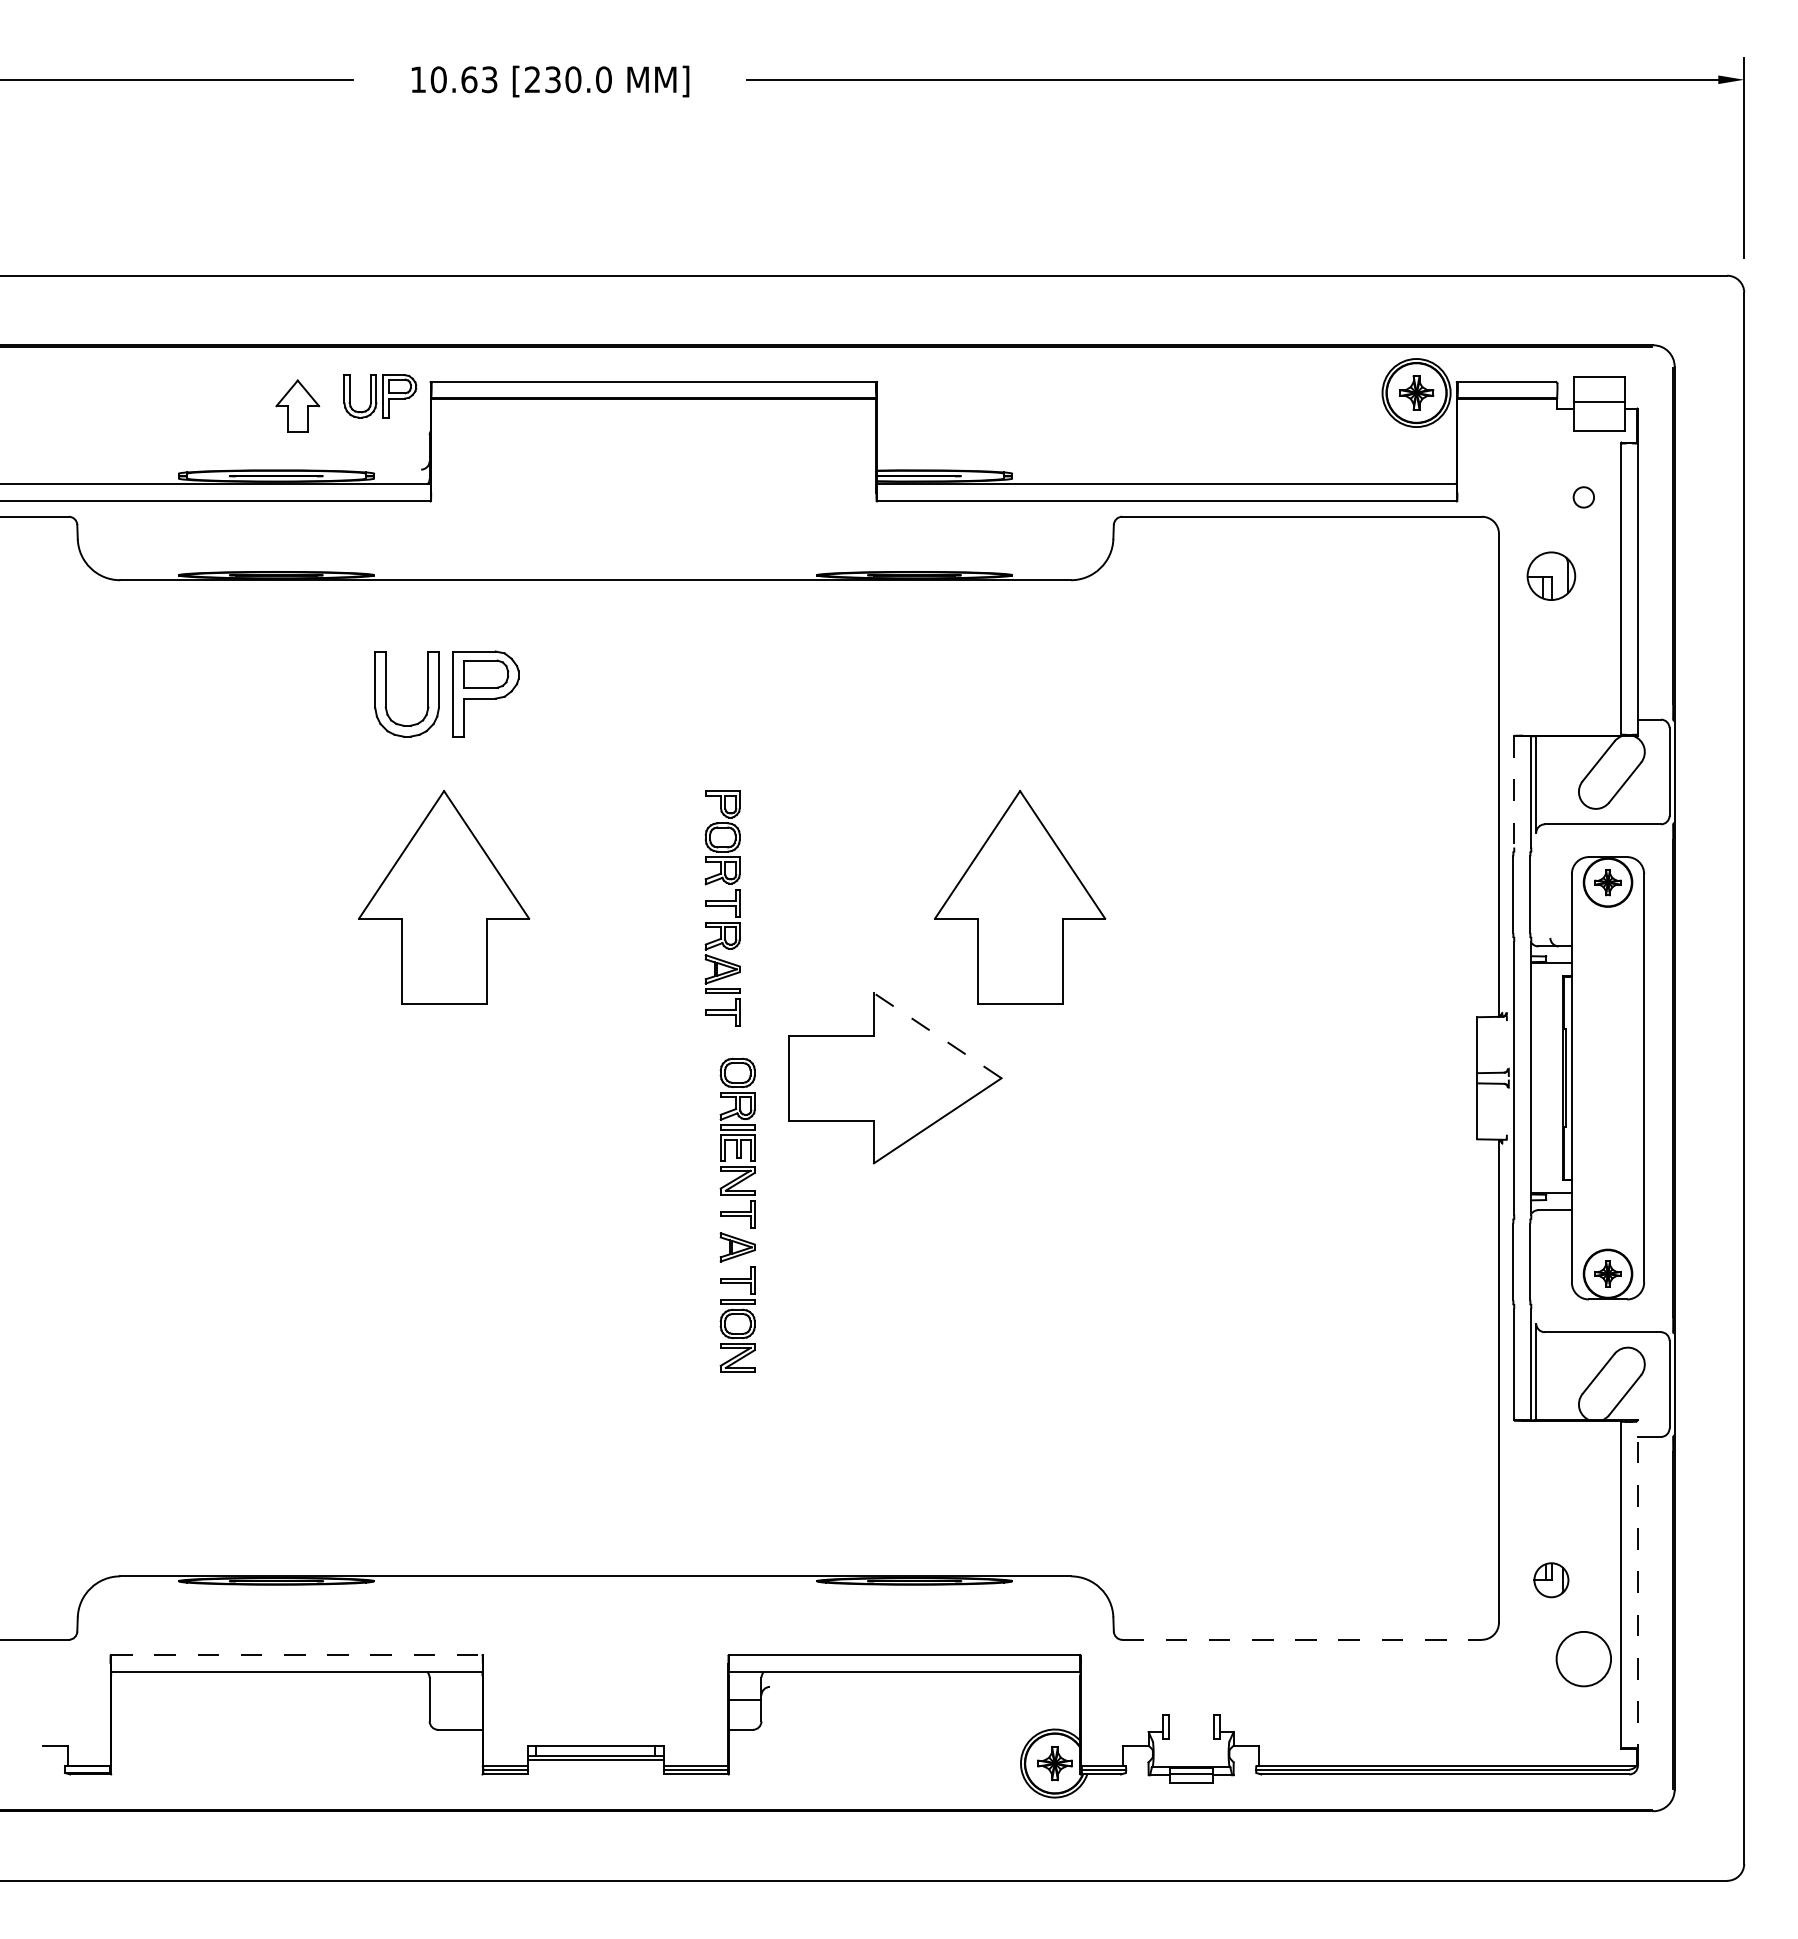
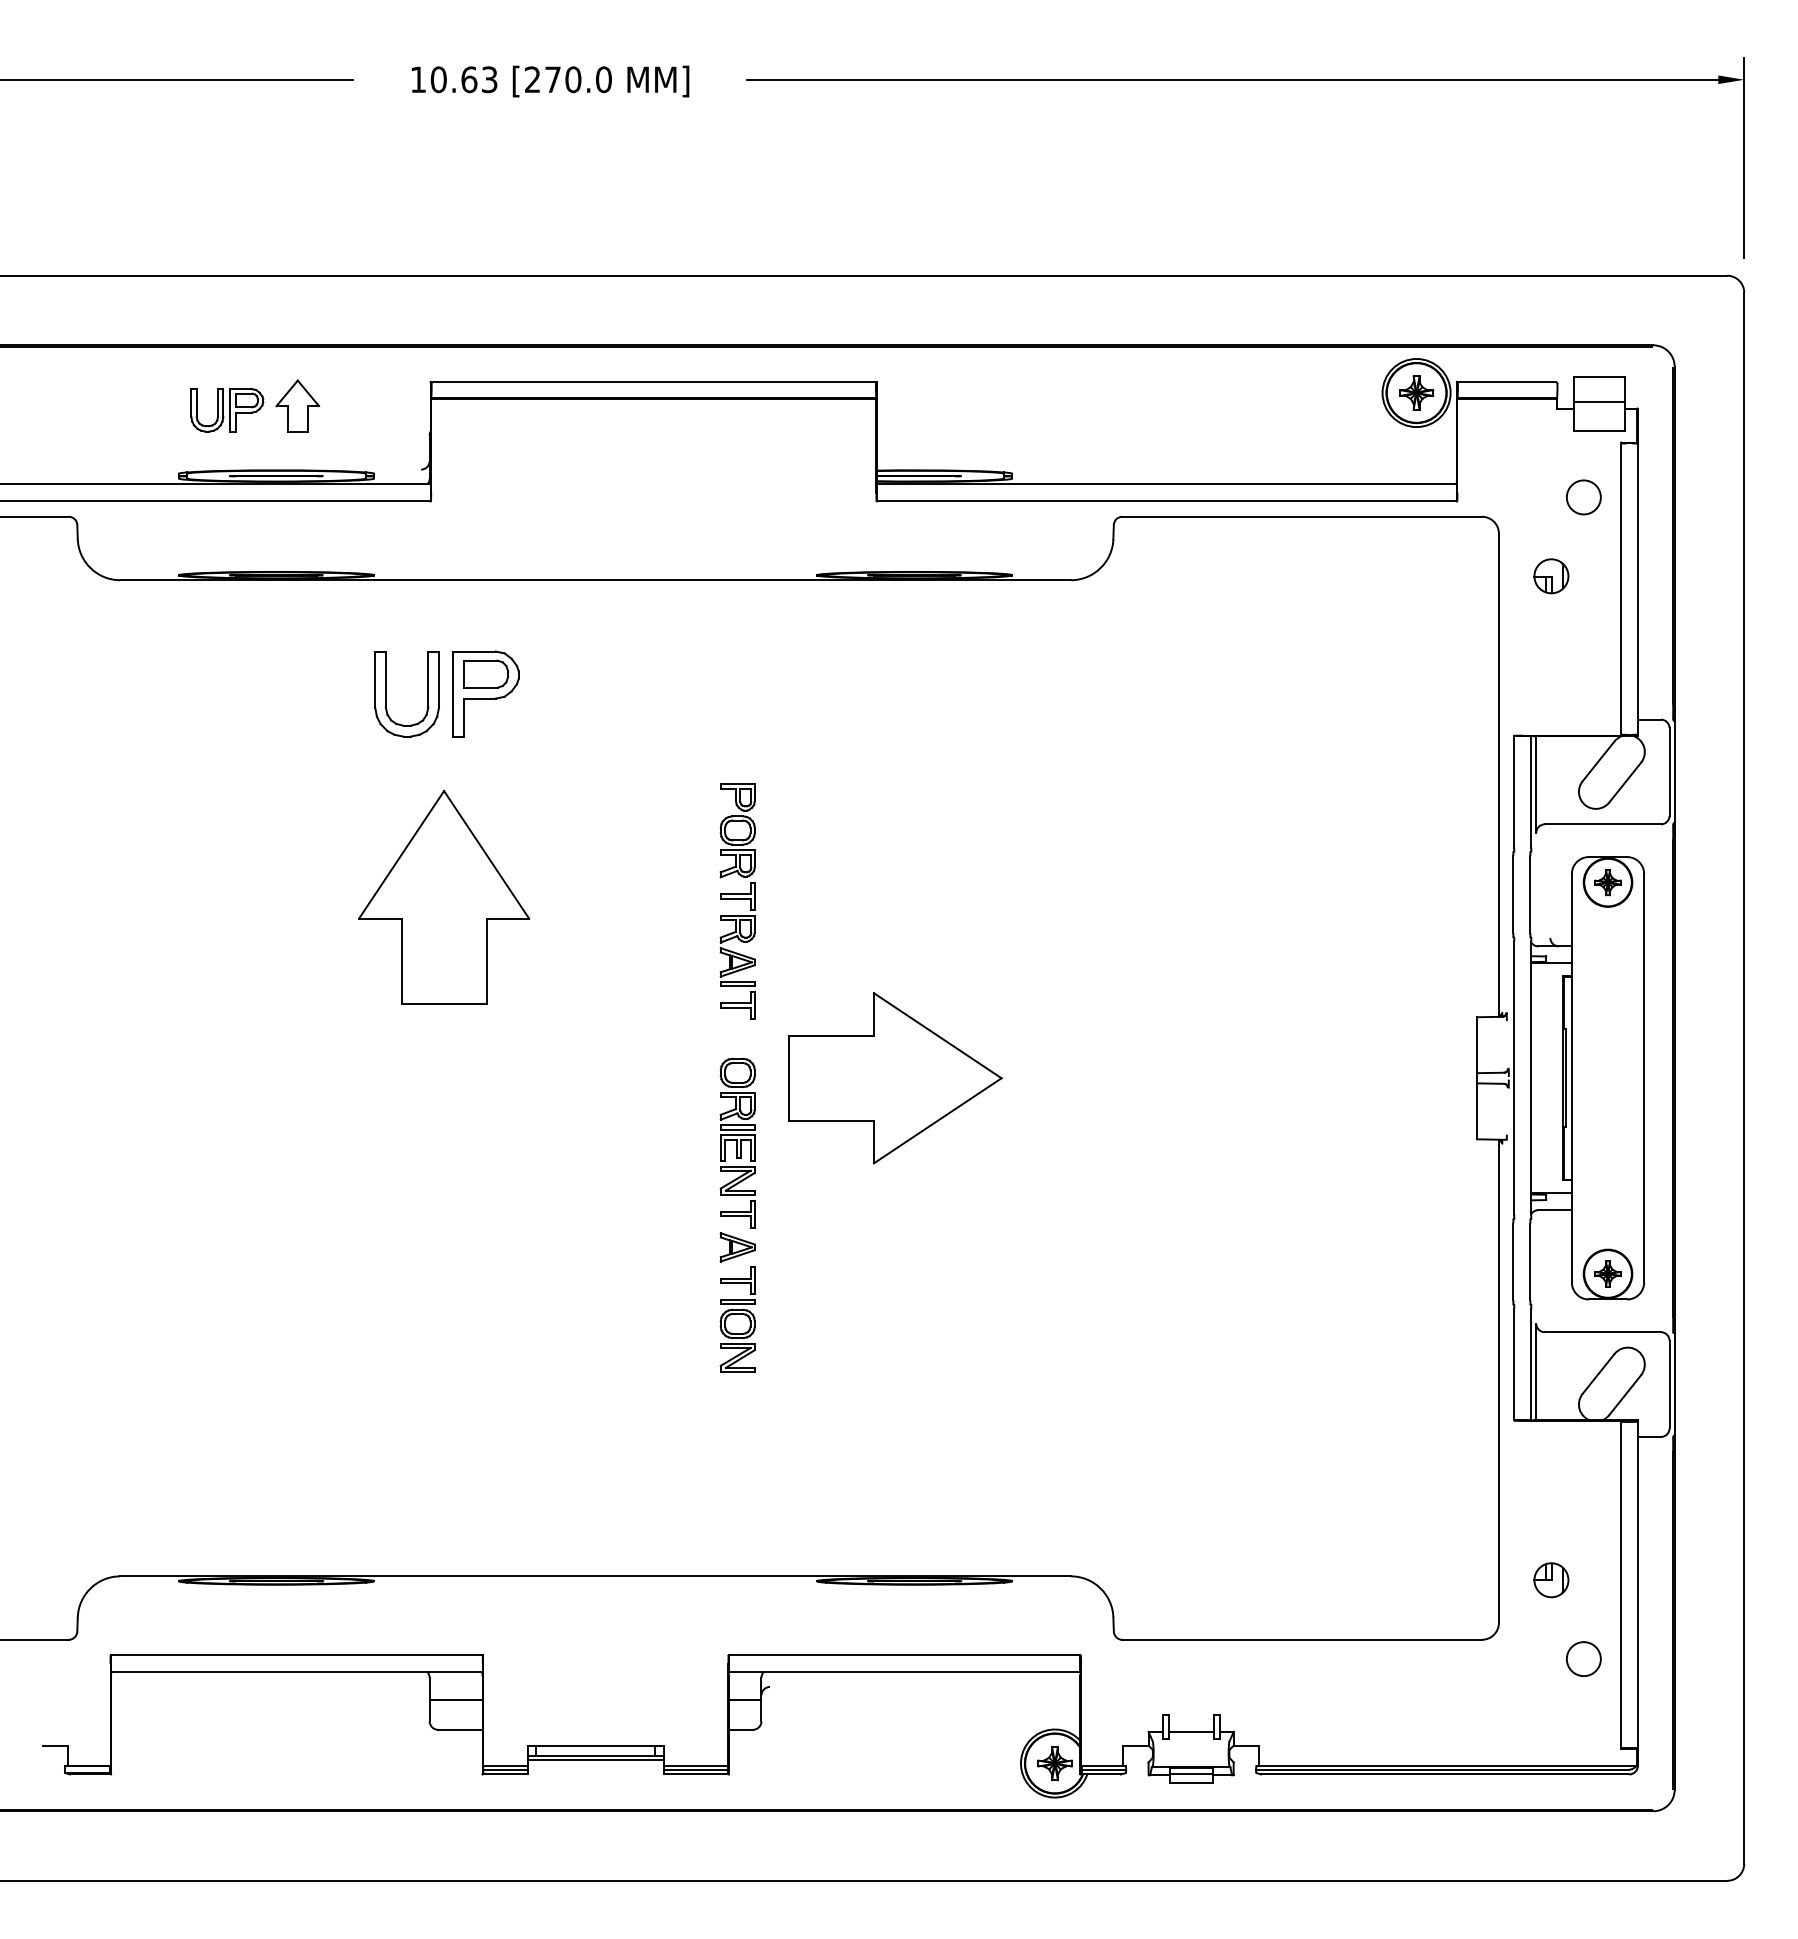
text at (552, 79): [230.0 -> [270.0
part at (380, 396) position: (380, 396) -> (227, 410)
circle at (1583, 497) diameter: 20 px -> 34 px
part at (1551, 575) size: 51x50 px -> 37x37 px
line at (1514, 791): dashed -> solid
part at (1020, 897): present -> none
part at (722, 908) position: (722, 908) -> (737, 901)
line at (937, 1035): dashed -> solid
line at (1637, 1593): dashed -> solid
line at (1302, 1639): dashed -> solid
line at (296, 1655): dashed -> solid
circle at (1583, 1658) diameter: 54 px -> 34 px
line at (455, 1700): none -> present
line at (1190, 1732): none -> present
